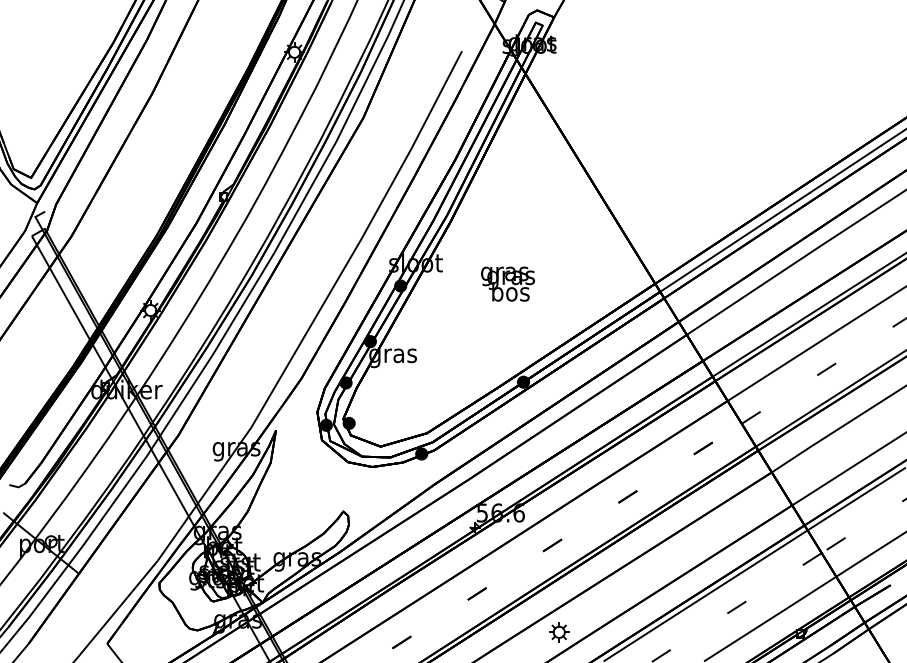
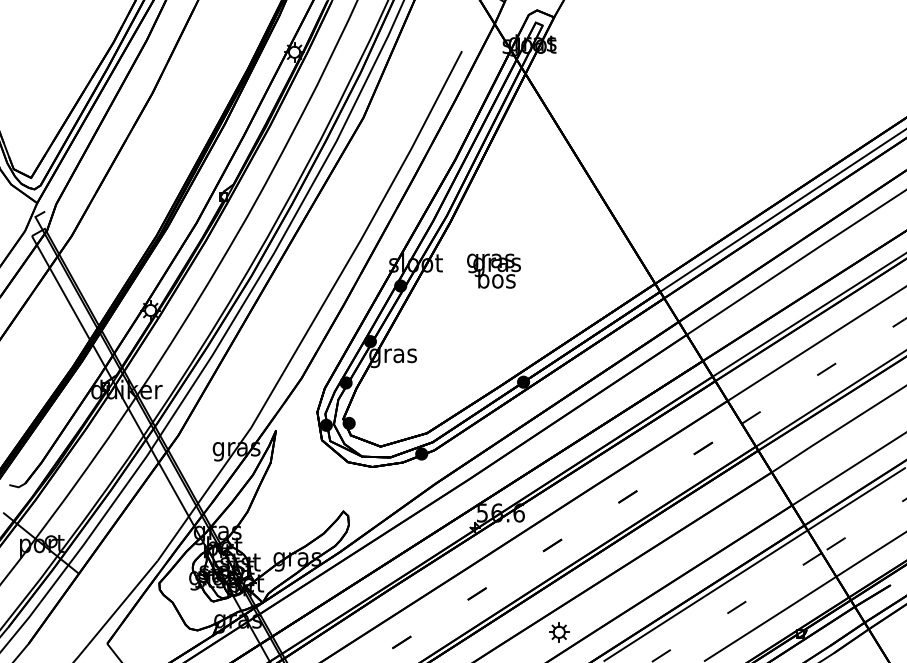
text at (507, 283) position: (507, 283) -> (493, 270)
